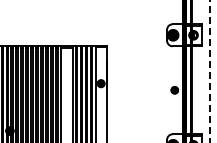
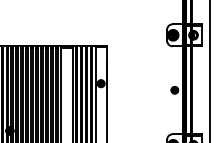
line at (209, 71): dashed -> solid
